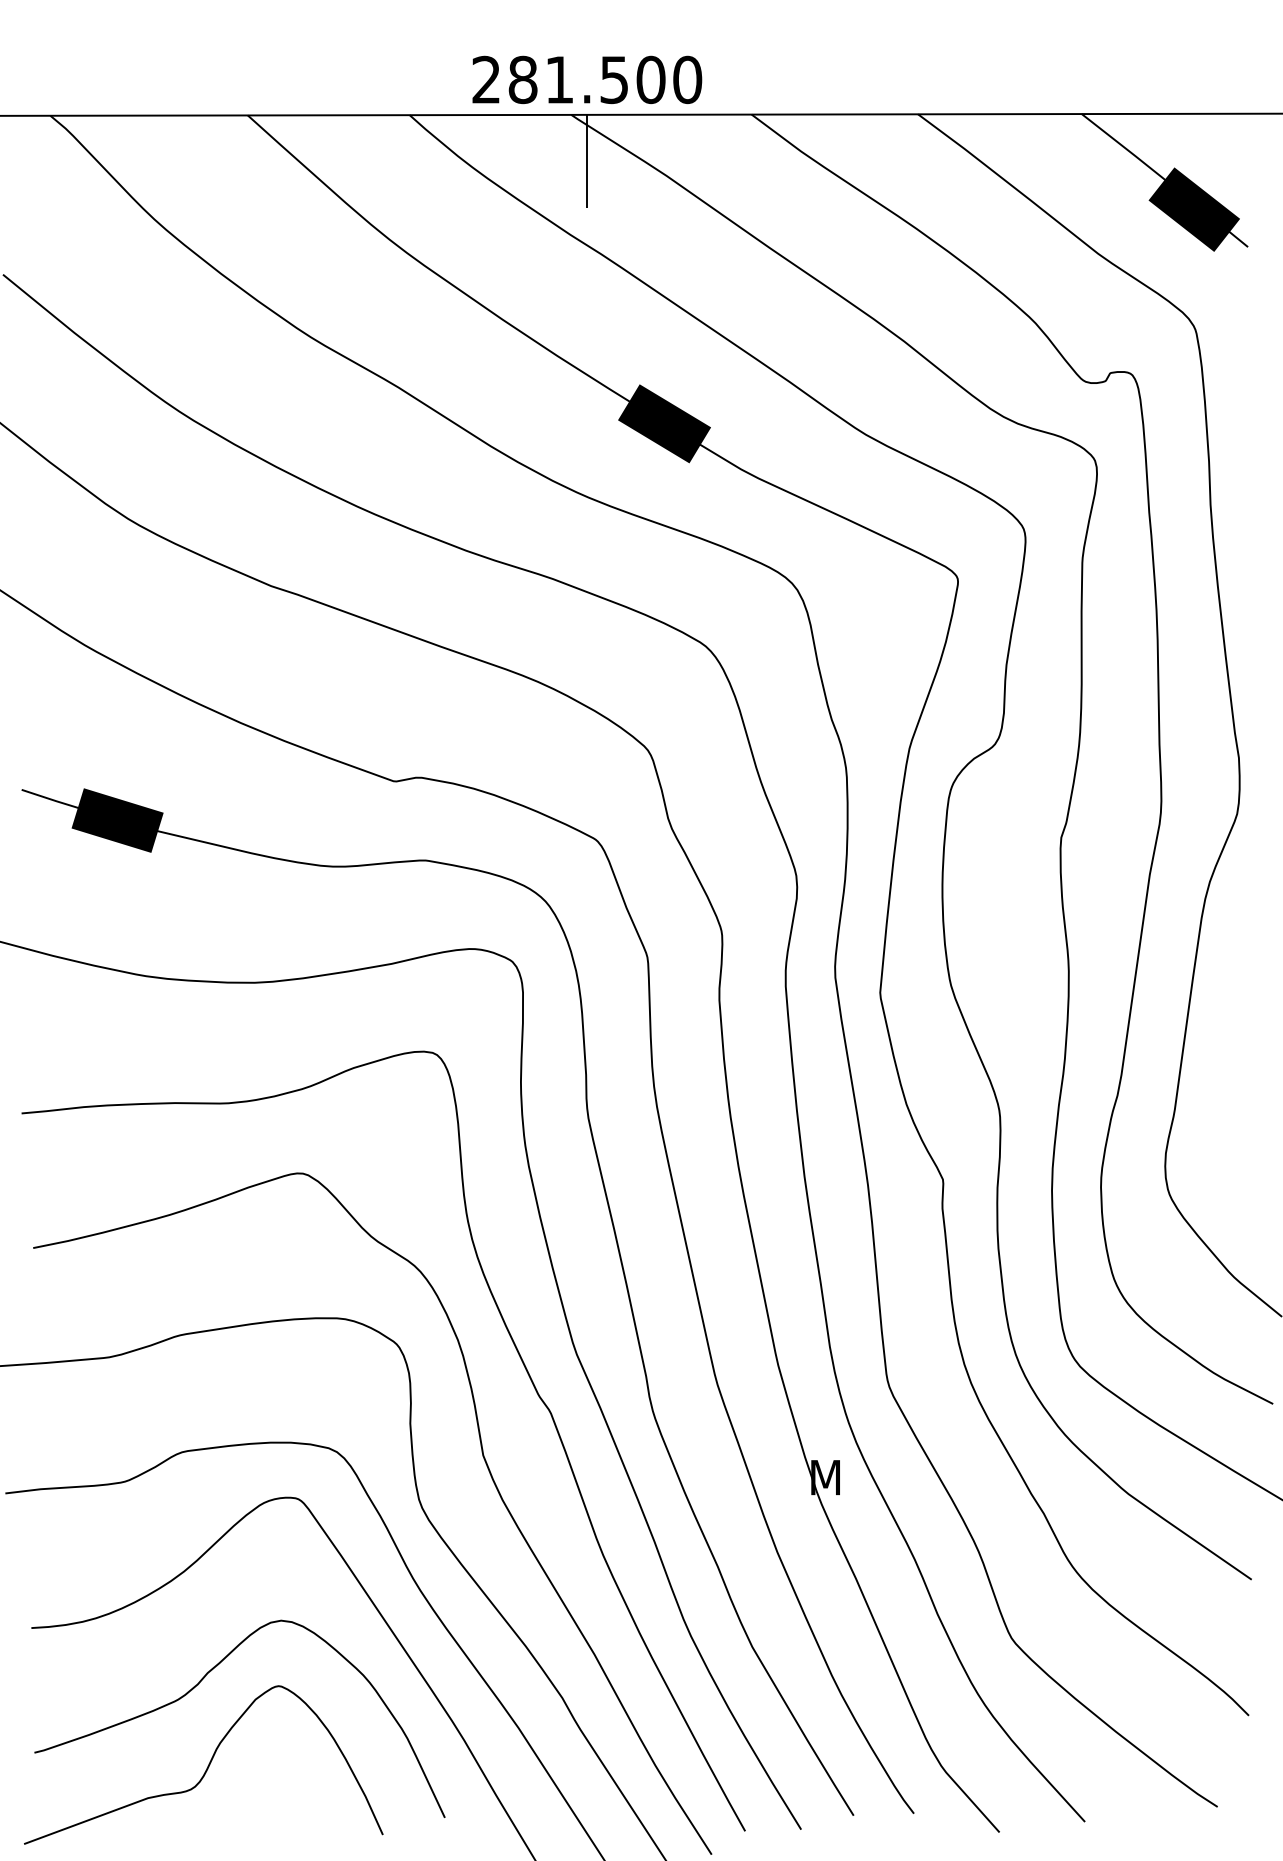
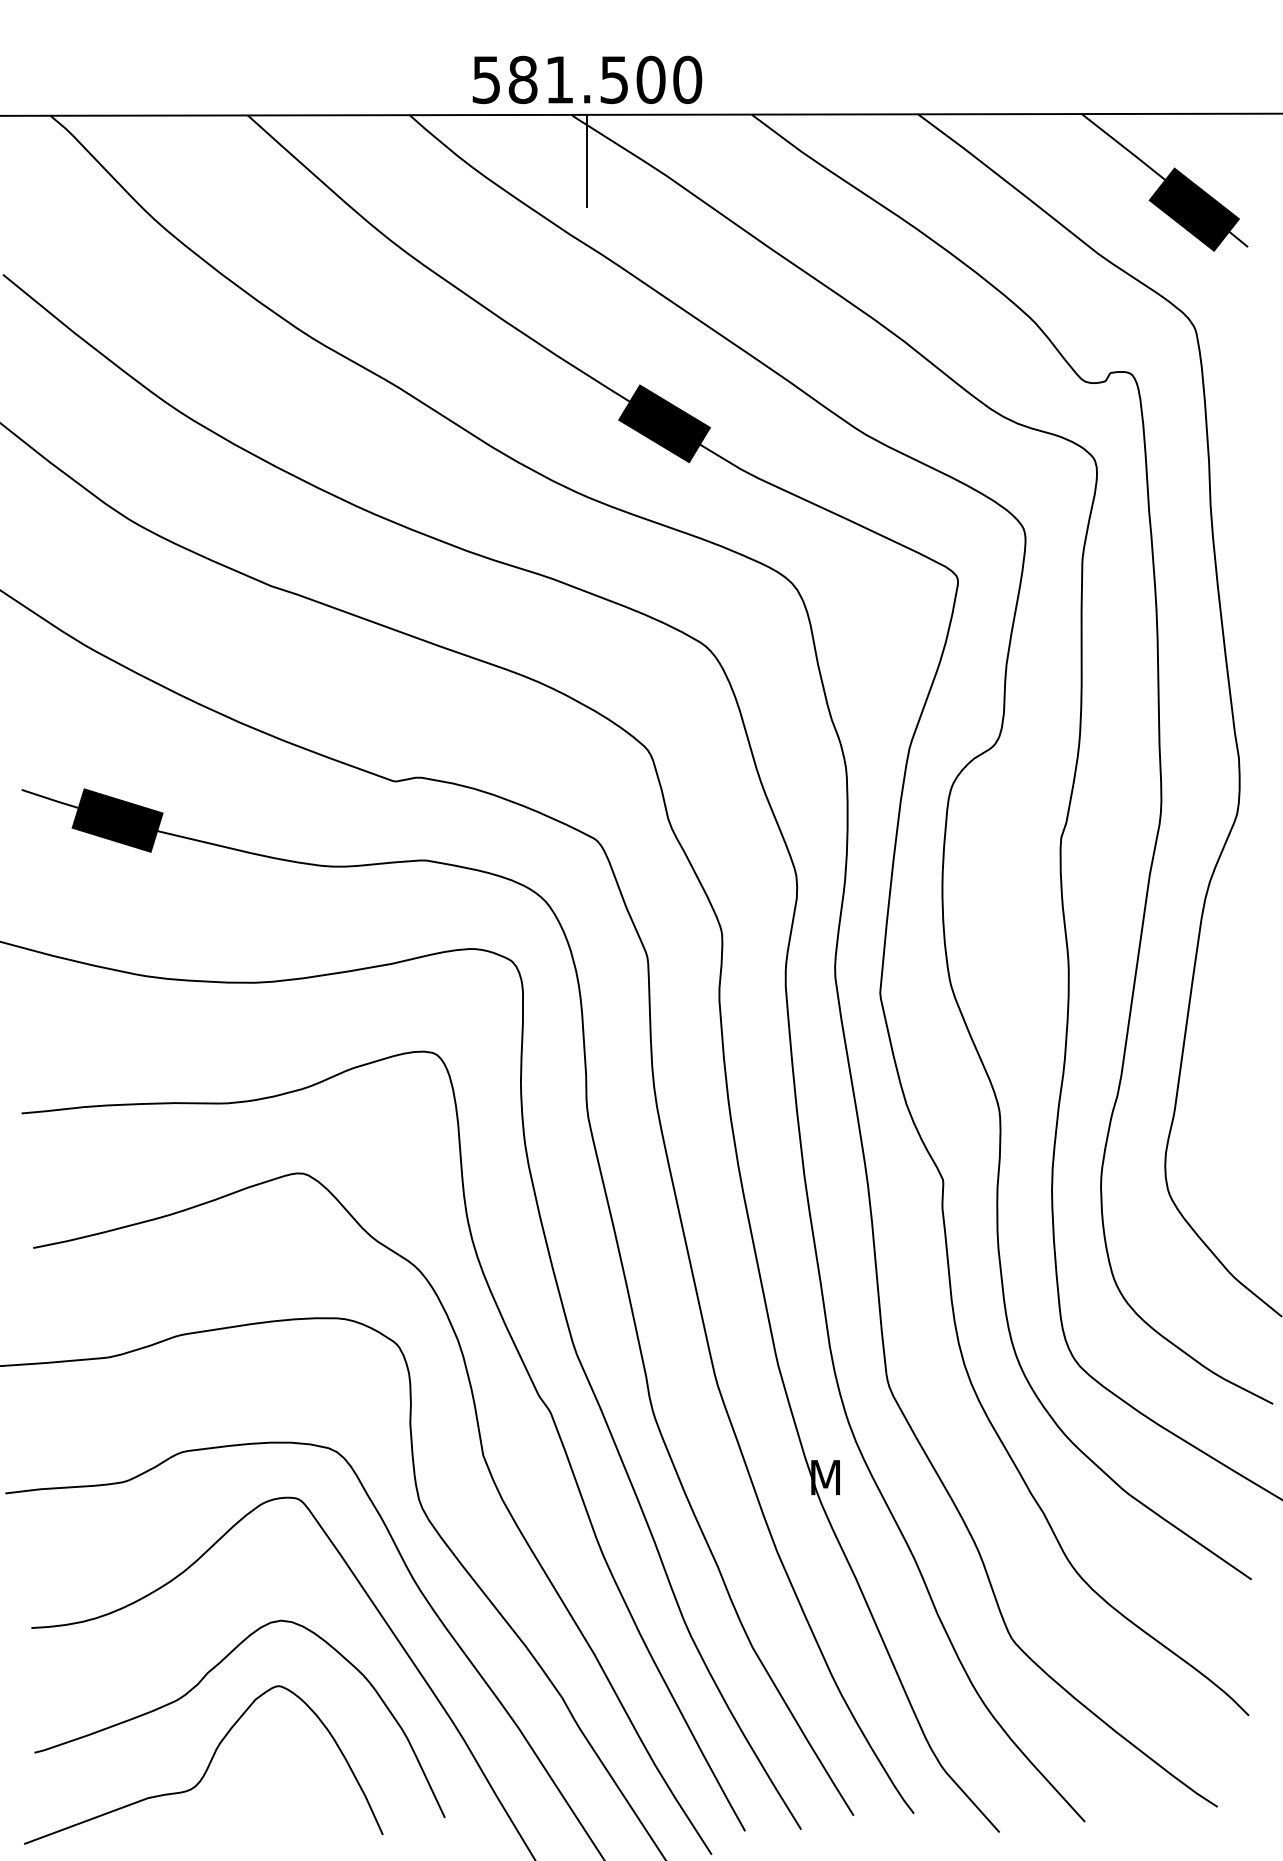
text at (485, 79): 281.500 -> 581.500
